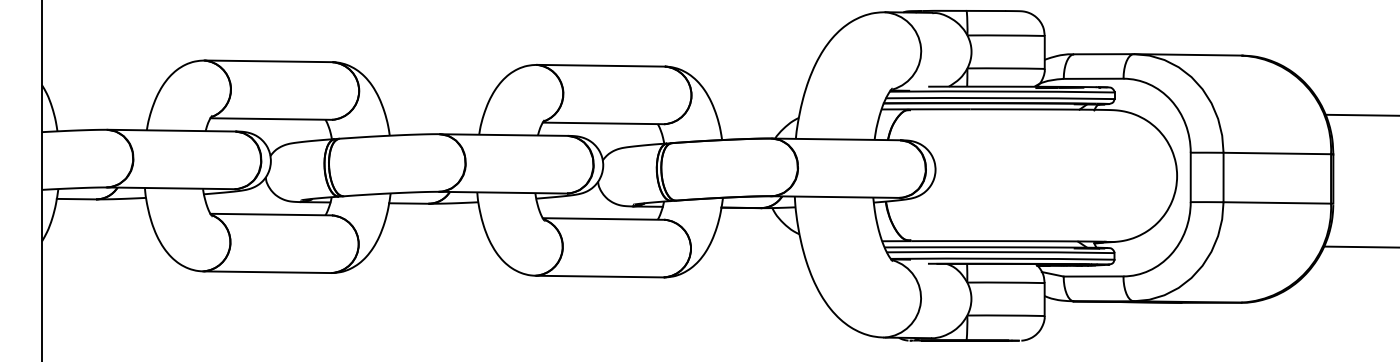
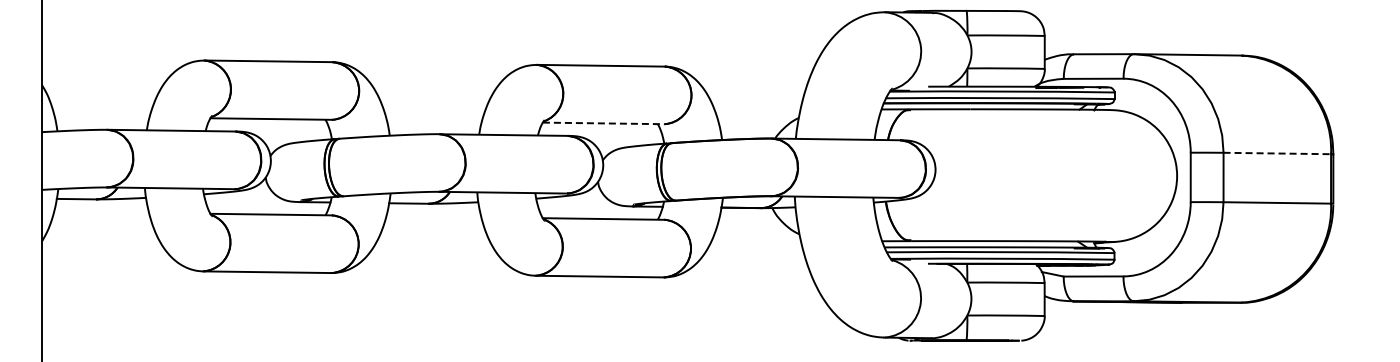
line at (1360, 114): present -> none
line at (603, 123): solid -> dashed
line at (1277, 153): solid -> dashed
line at (1360, 246): present -> none
